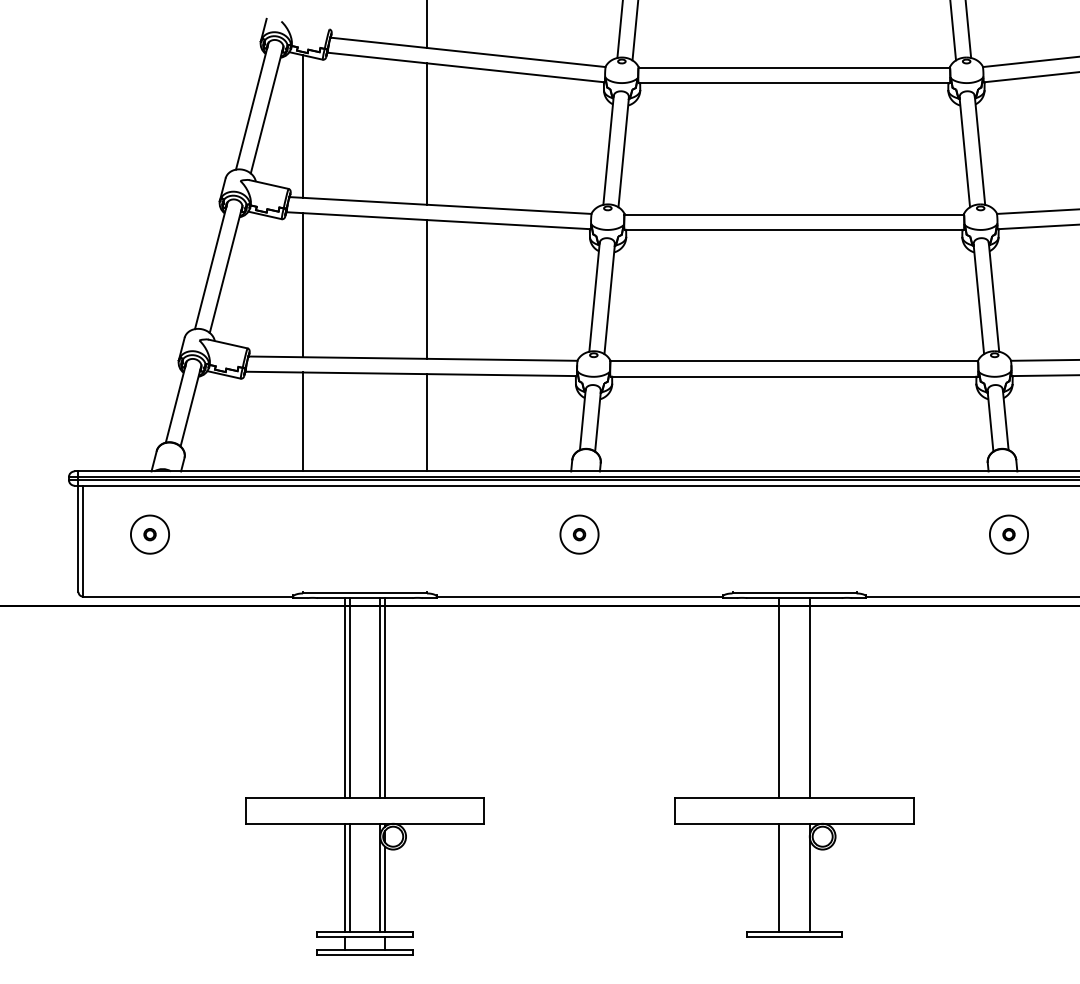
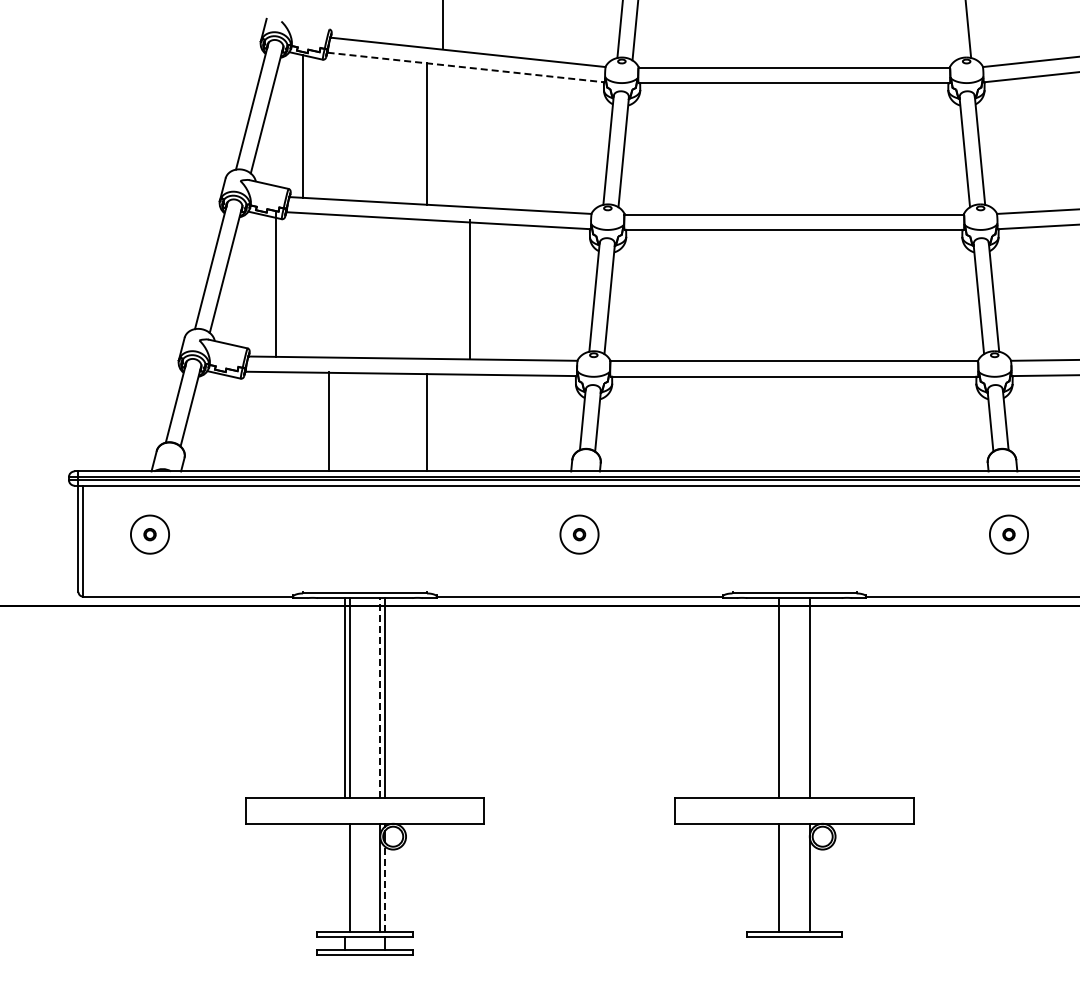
line at (426, 24) position: (426, 24) -> (442, 24)
line at (953, 31): present -> none
line at (466, 67): solid -> dashed
line at (302, 285) position: (302, 285) -> (275, 285)
line at (426, 289) position: (426, 289) -> (469, 289)
line at (302, 421) position: (302, 421) -> (328, 421)
line at (380, 698): solid -> dashed
line at (344, 877): present -> none
line at (384, 889): solid -> dashed
